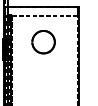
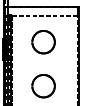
part at (43, 86): none -> present
